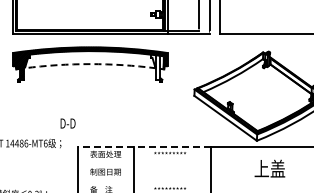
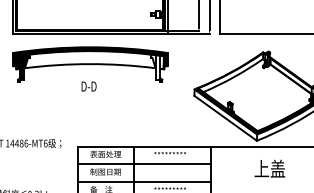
arc at (90, 64): dashed -> solid
text at (67, 123) position: (67, 123) -> (88, 86)
line at (144, 146): dashed -> solid
line at (144, 164): none -> present
line at (144, 181): none -> present
